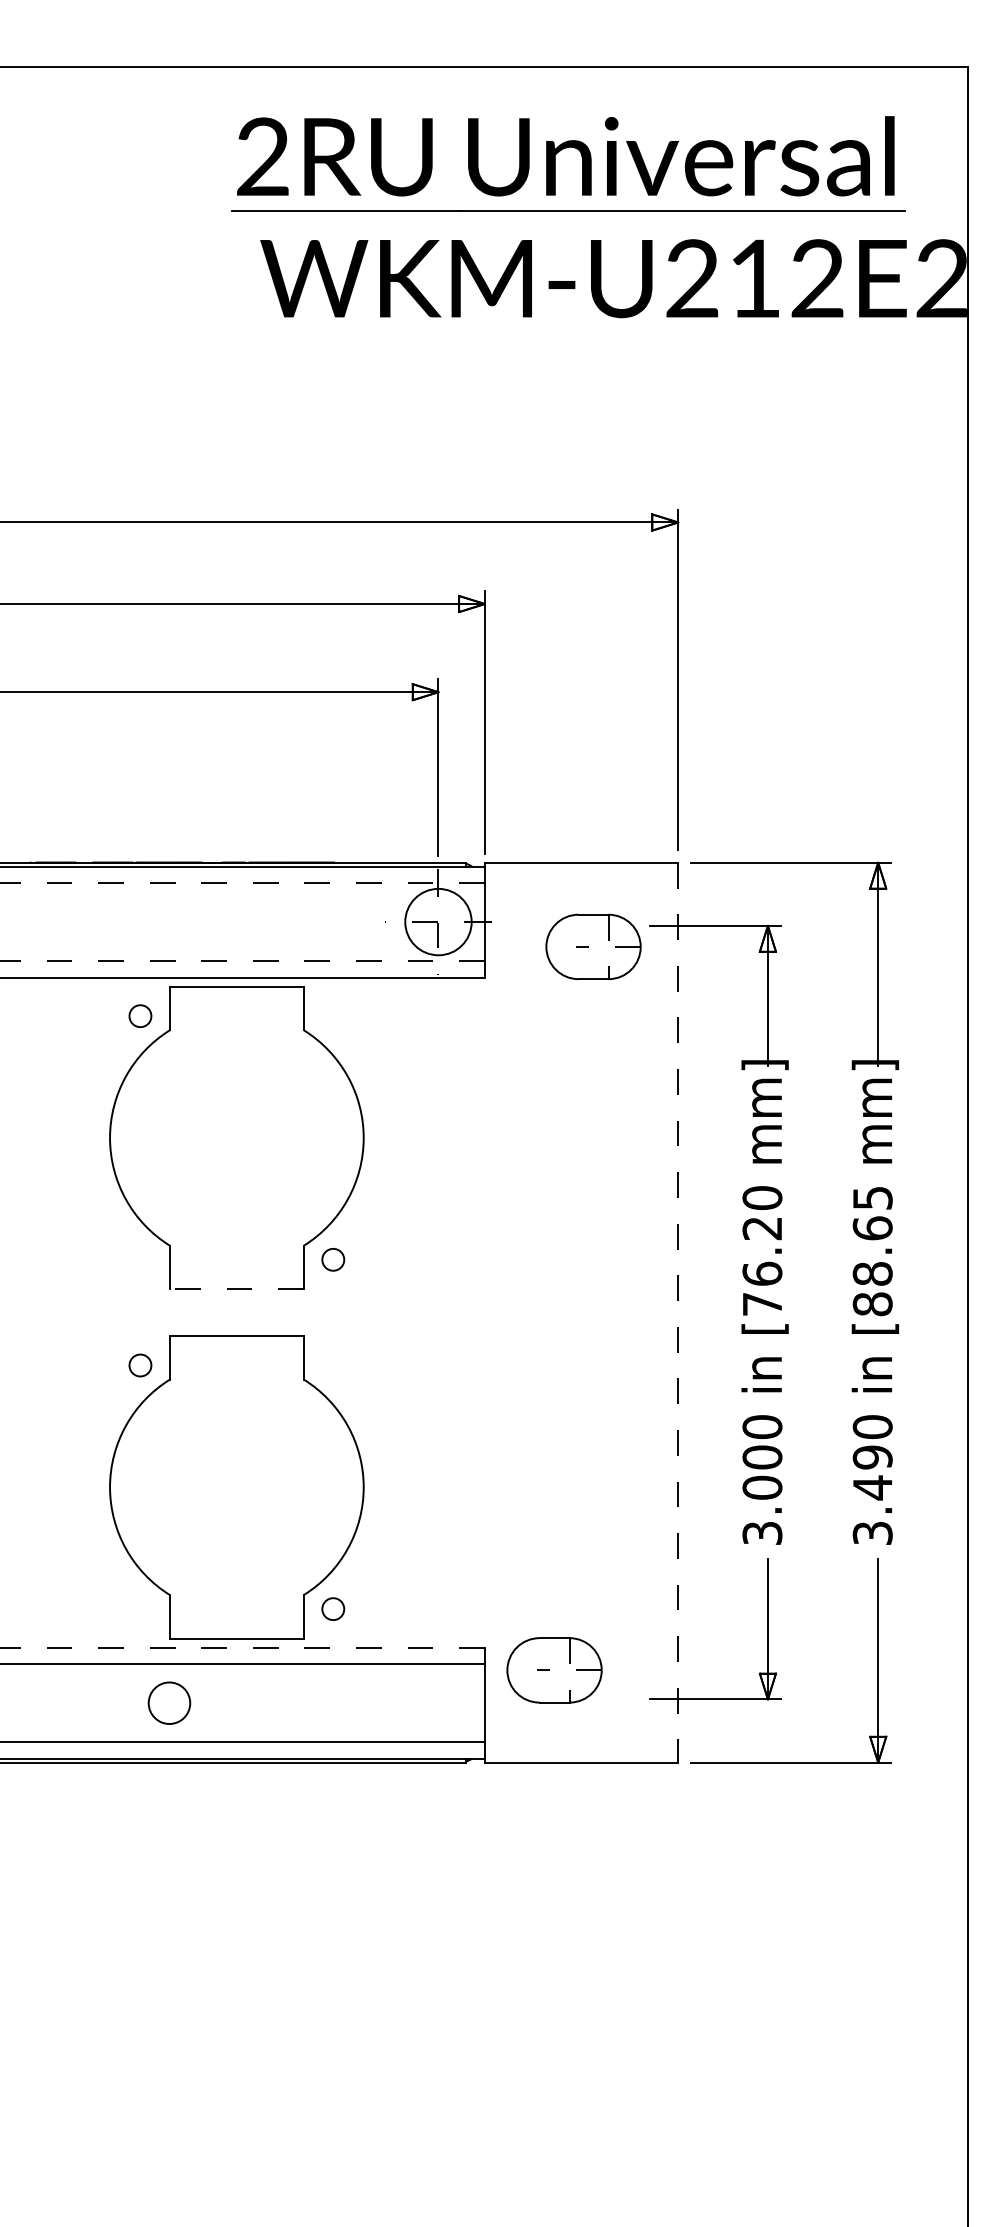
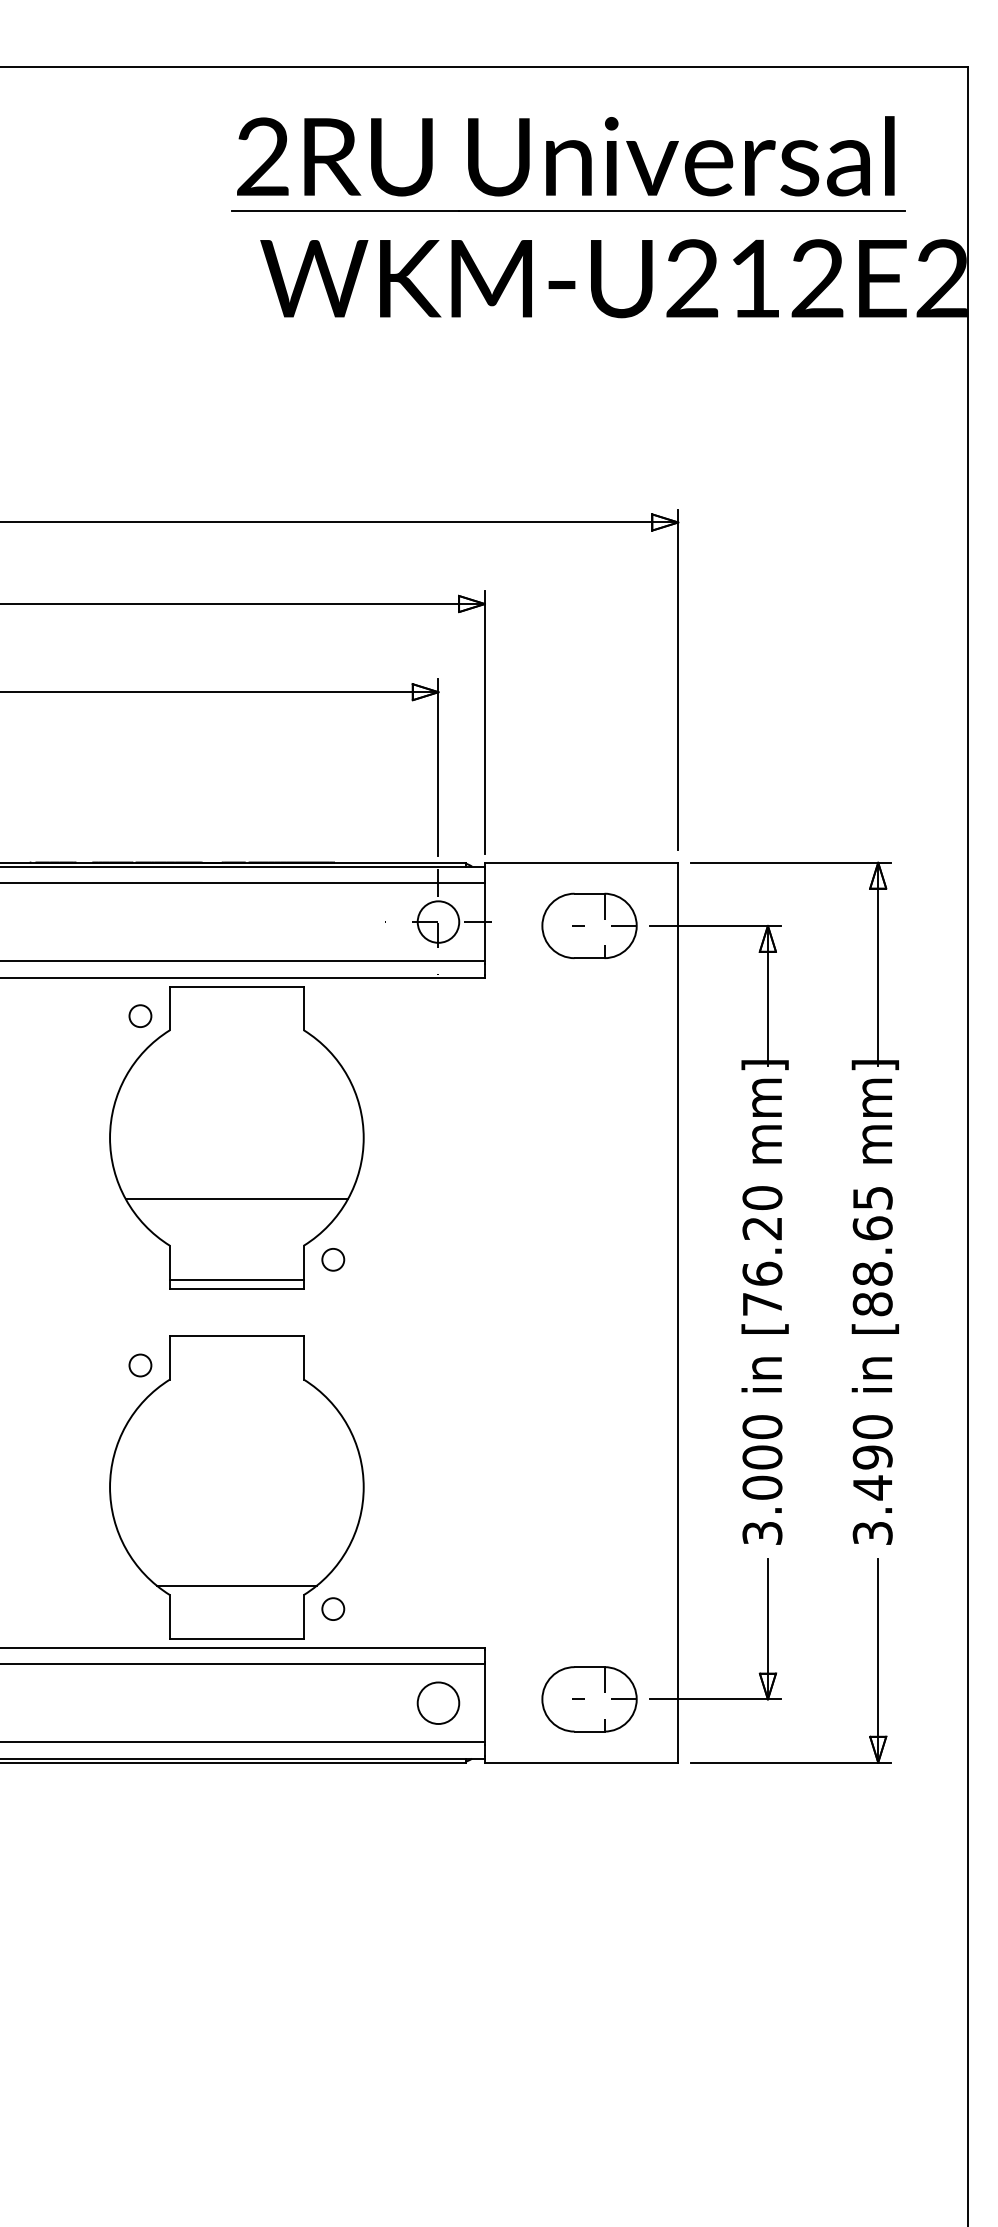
line at (242, 883): dashed -> solid
circle at (438, 921) diameter: 66 px -> 42 px
part at (593, 946) position: (593, 946) -> (589, 925)
line at (242, 961): dashed -> solid
line at (236, 1199): none -> present
line at (236, 1279): none -> present
line at (236, 1289): dashed -> solid
line at (678, 1312): dashed -> solid
line at (236, 1585): none -> present
line at (242, 1647): dashed -> solid
part at (554, 1670) position: (554, 1670) -> (589, 1699)
circle at (169, 1702) position: (169, 1702) -> (438, 1702)
